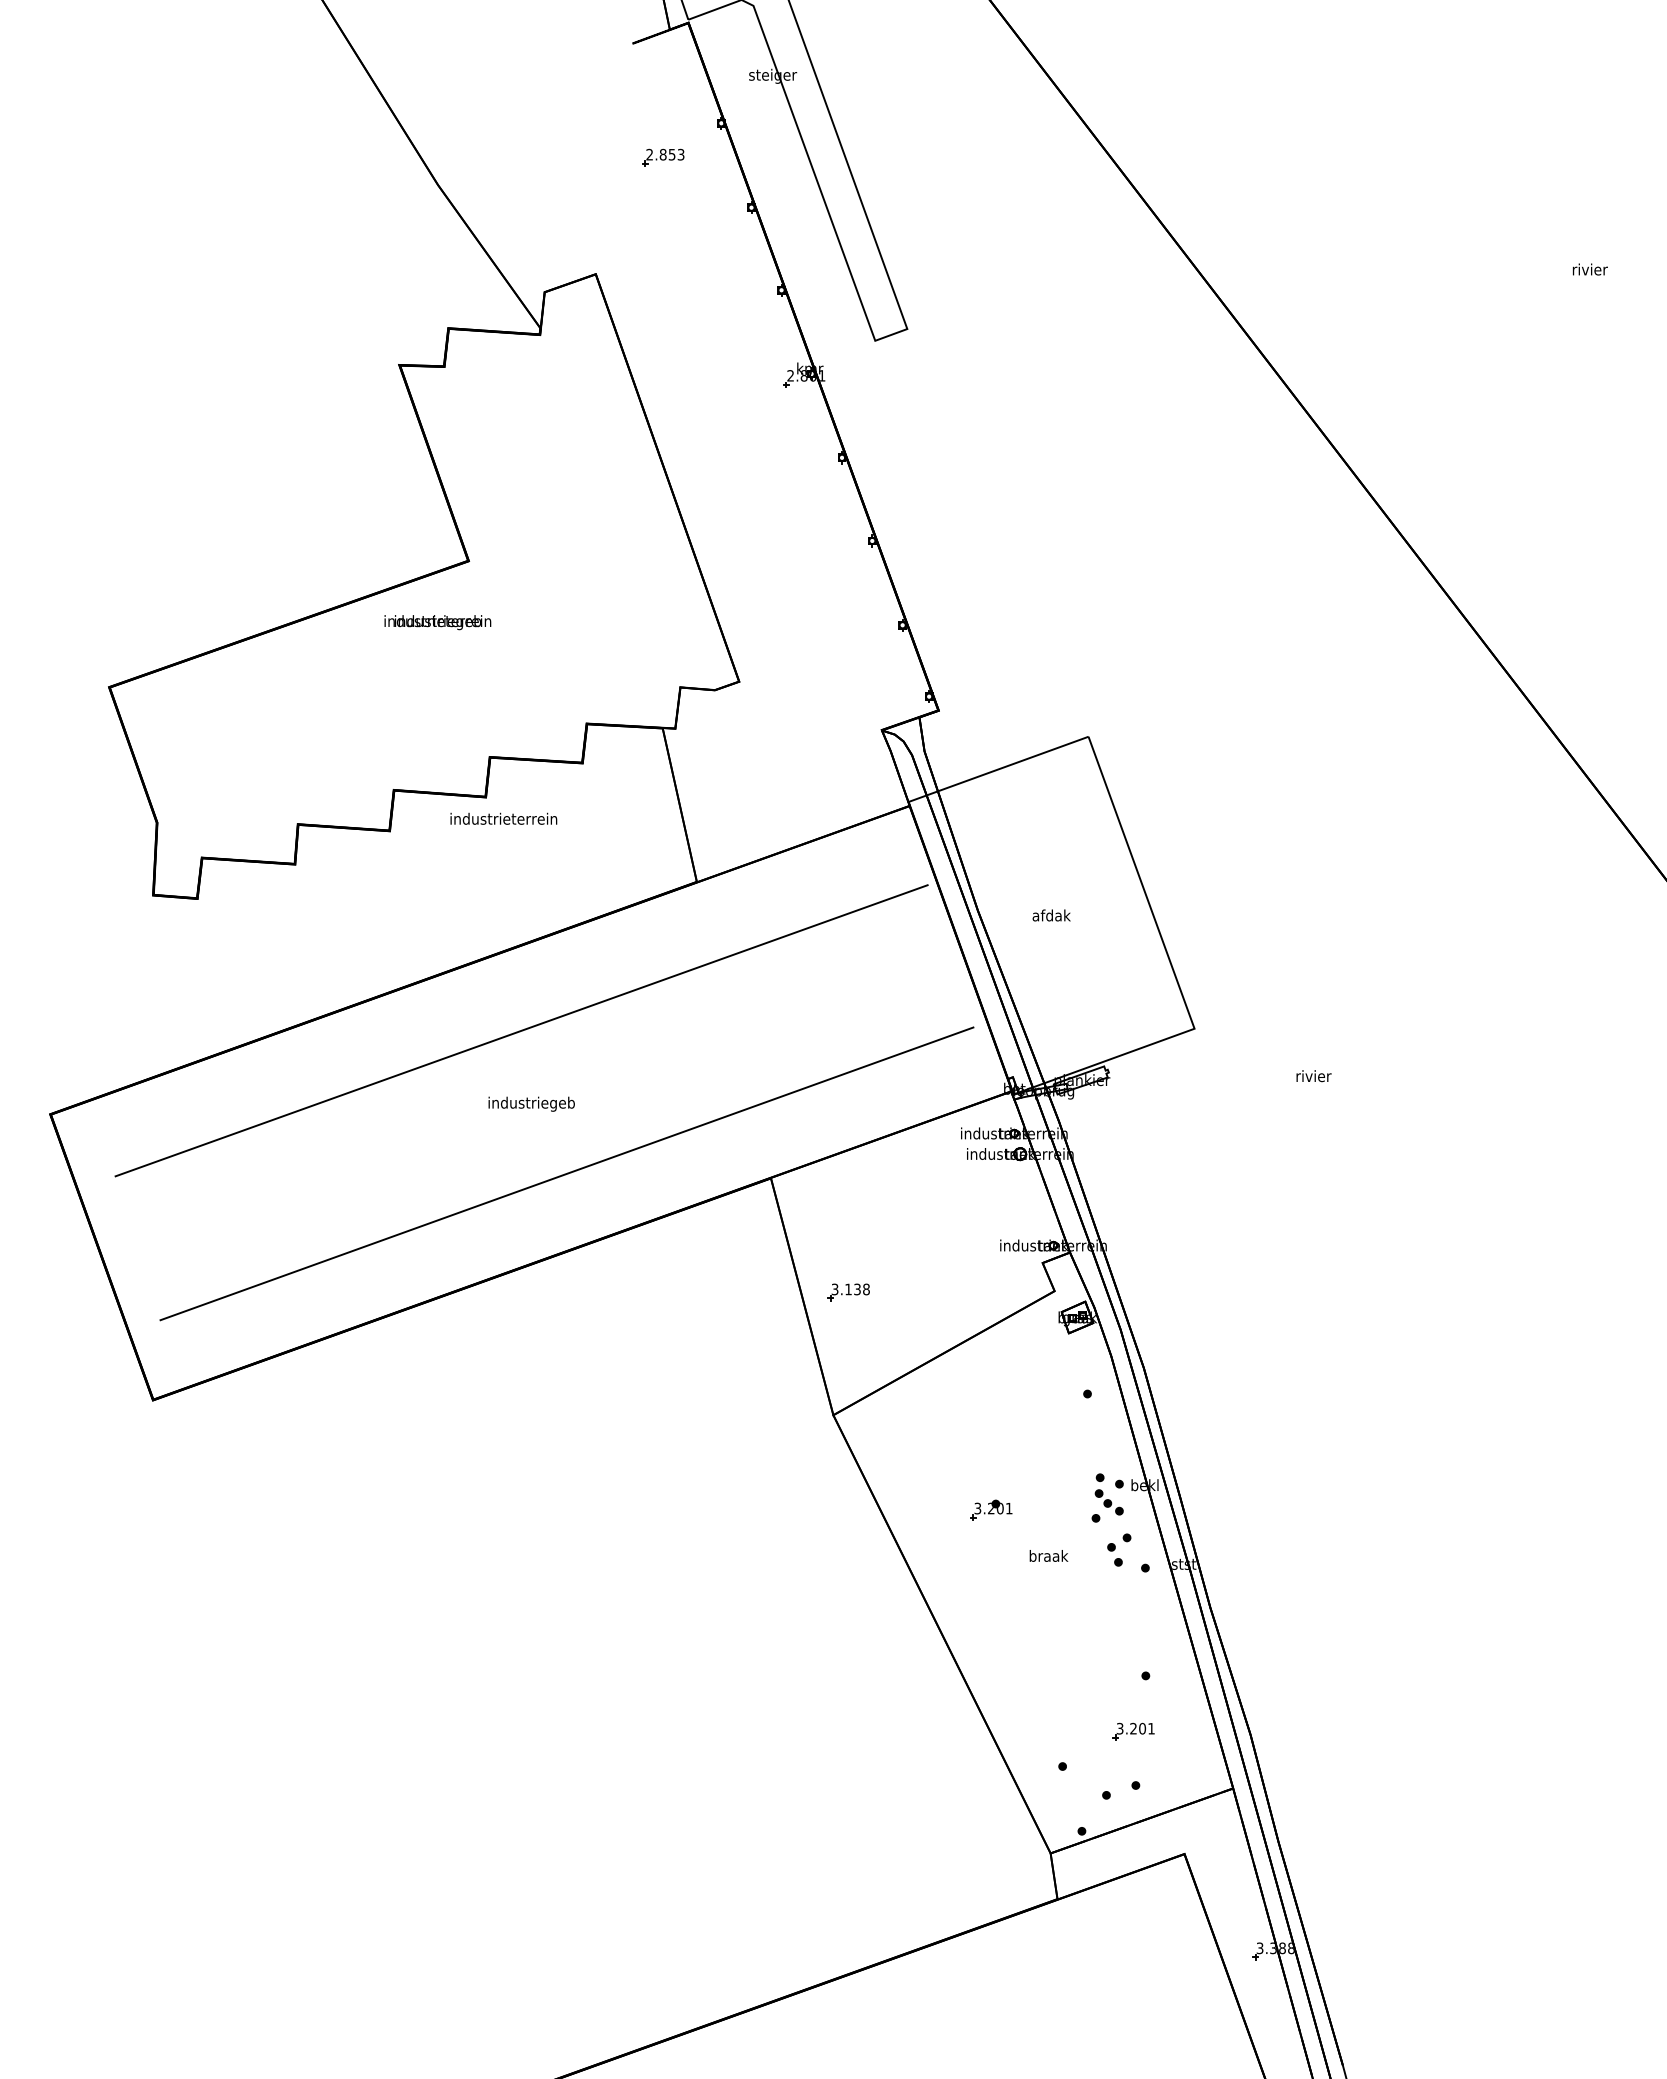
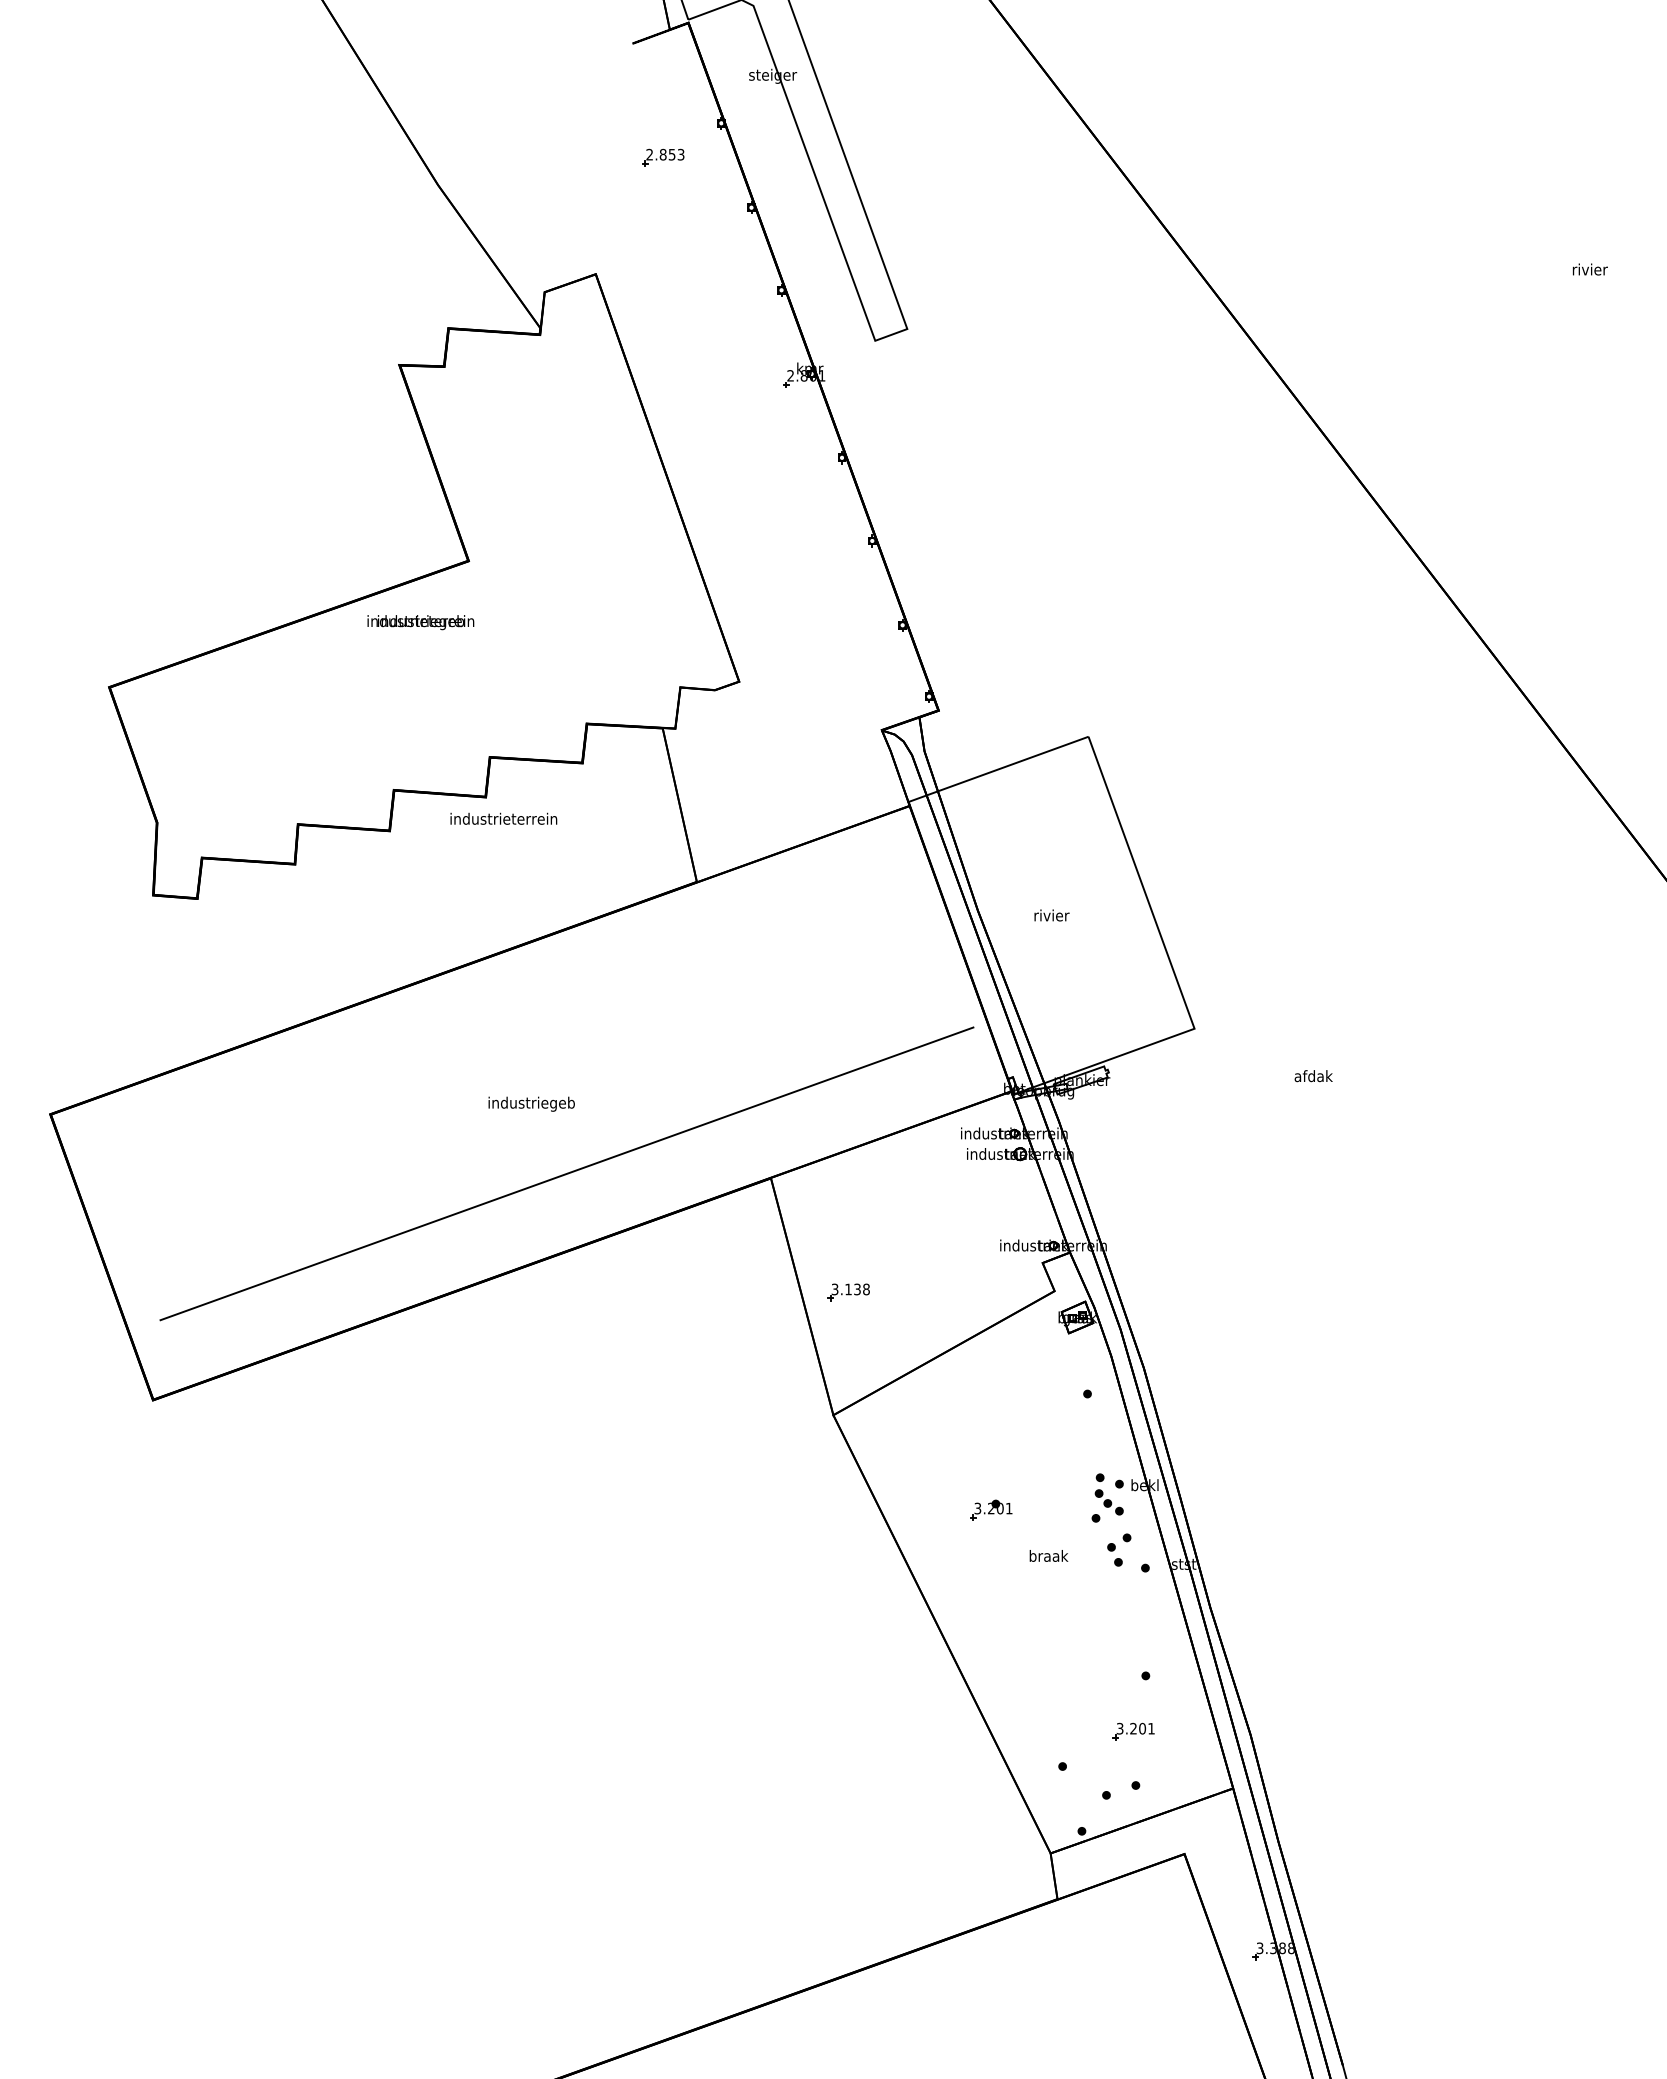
text at (437, 622) position: (437, 622) -> (420, 622)
text at (1051, 915): afdak -> rivier
line at (521, 1030): present -> none
text at (1313, 1076): rivier -> afdak
